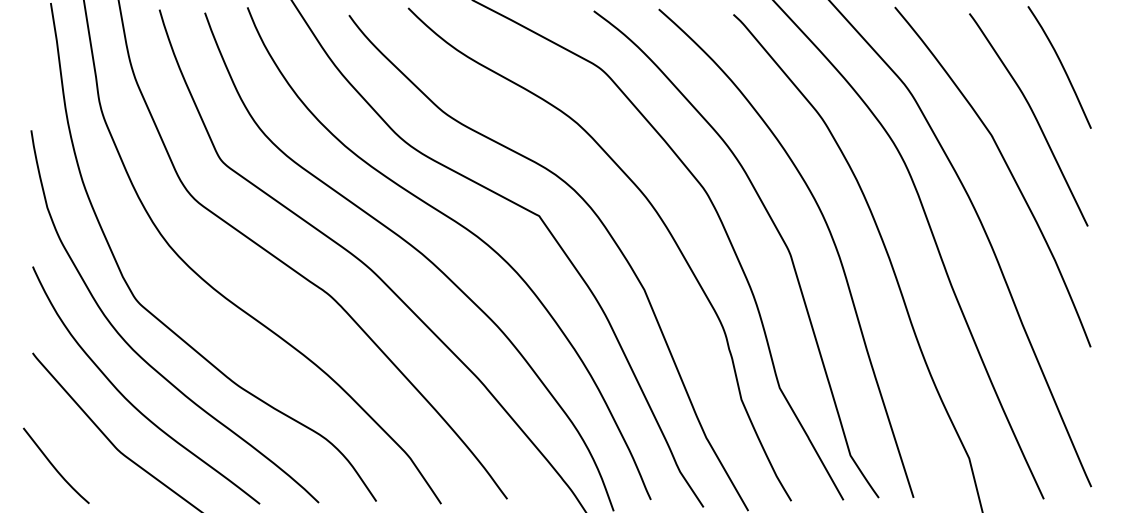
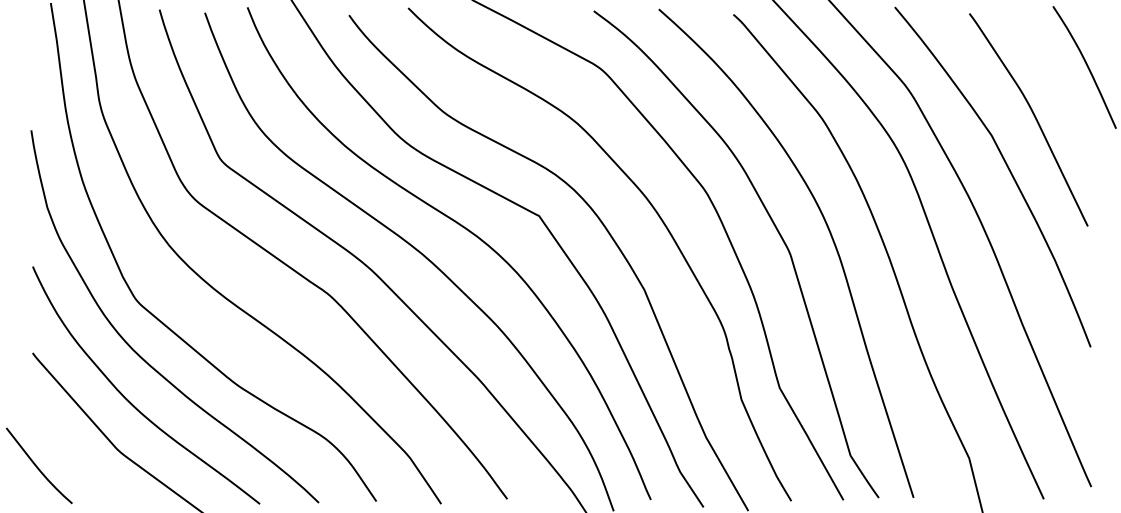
curve at (1061, 66) position: (1061, 66) -> (1086, 66)
curve at (54, 466) position: (54, 466) -> (37, 466)
